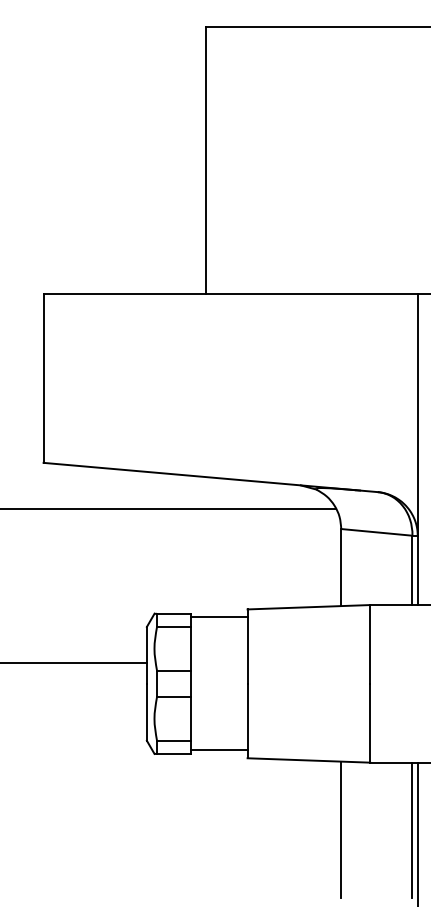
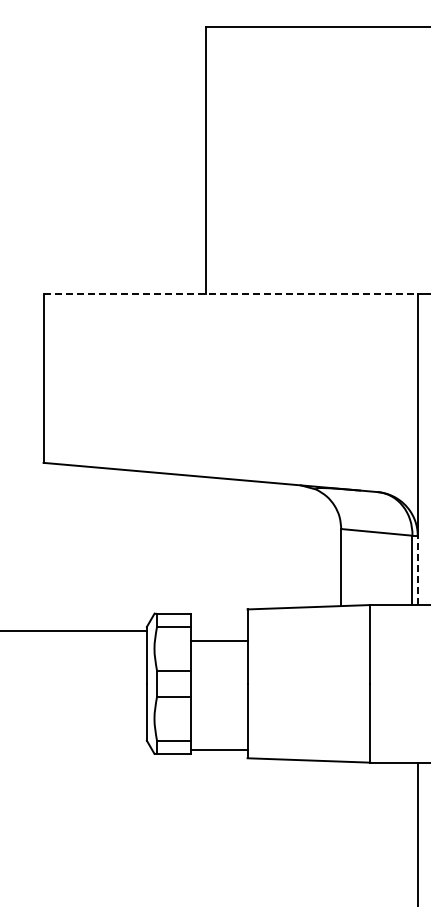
line at (231, 294): solid -> dashed
line at (168, 508): present -> none
line at (417, 570): solid -> dashed
line at (218, 617) position: (218, 617) -> (218, 641)
line at (74, 662) position: (74, 662) -> (74, 630)
line at (341, 829): present -> none
line at (412, 830): present -> none
